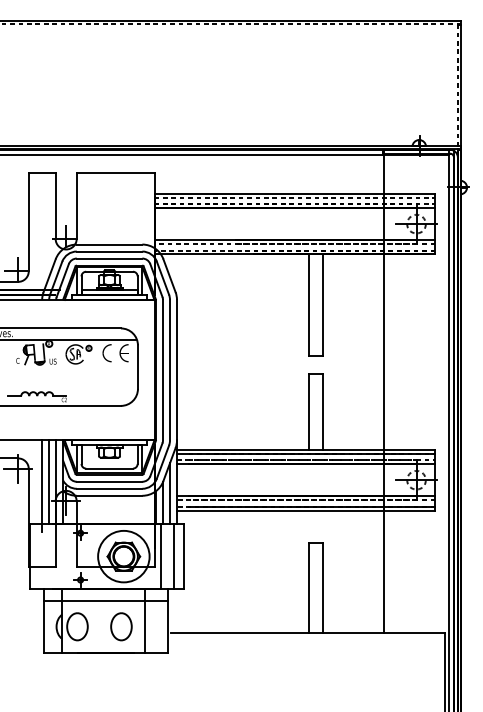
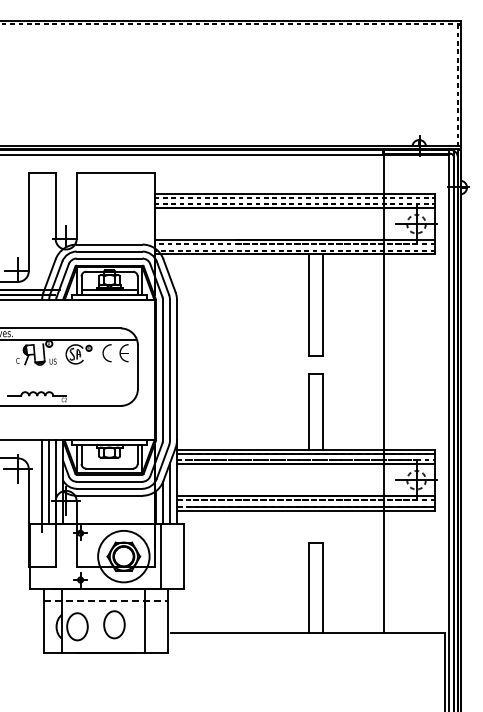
line at (174, 556): present -> none
line at (106, 601): solid -> dashed
part at (121, 626) position: (121, 626) -> (114, 624)
